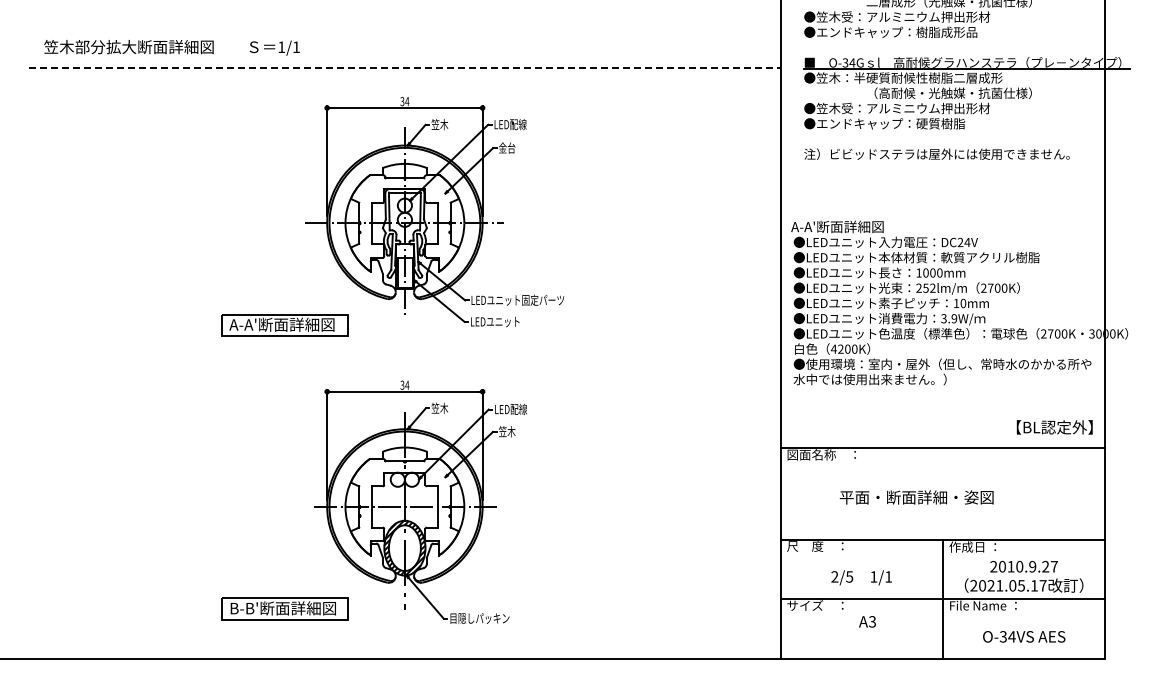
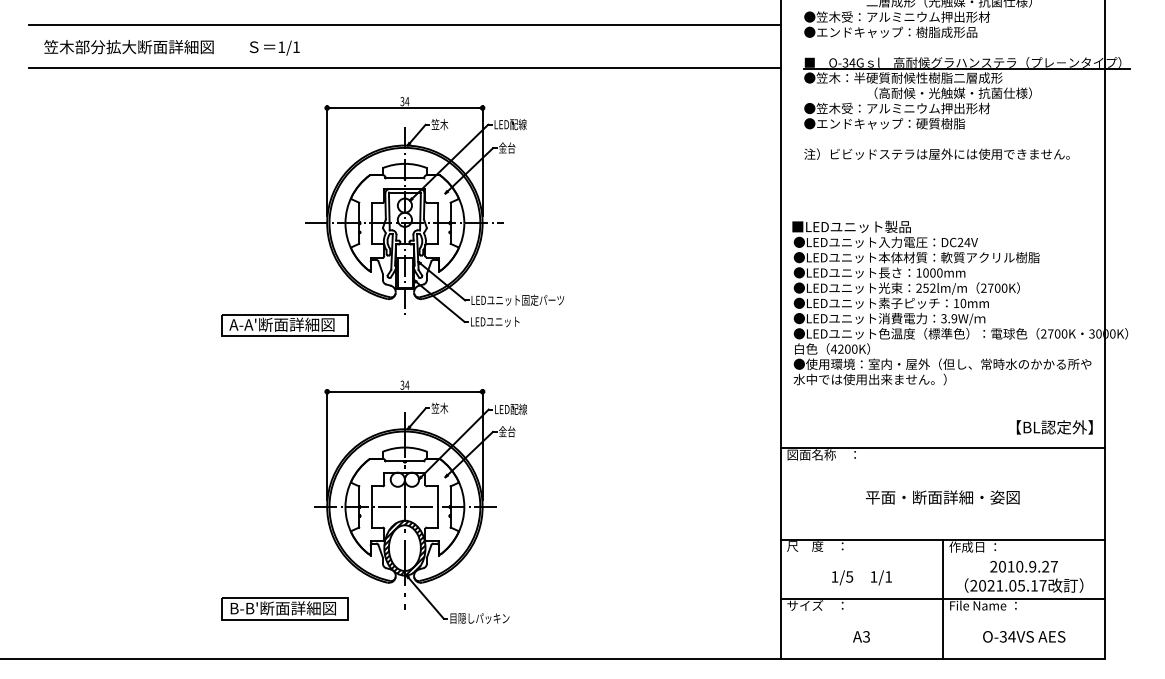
line at (404, 25): none -> present
line at (404, 67): dashed -> solid
text at (850, 226): A-A'断面詳細図 -> ■LEDユニット製品
text at (507, 431): 笠木 -> 金台
text at (916, 497) position: (916, 497) -> (942, 497)
text at (834, 576): 2/5 -> 1/5
text at (867, 621) position: (867, 621) -> (861, 636)
